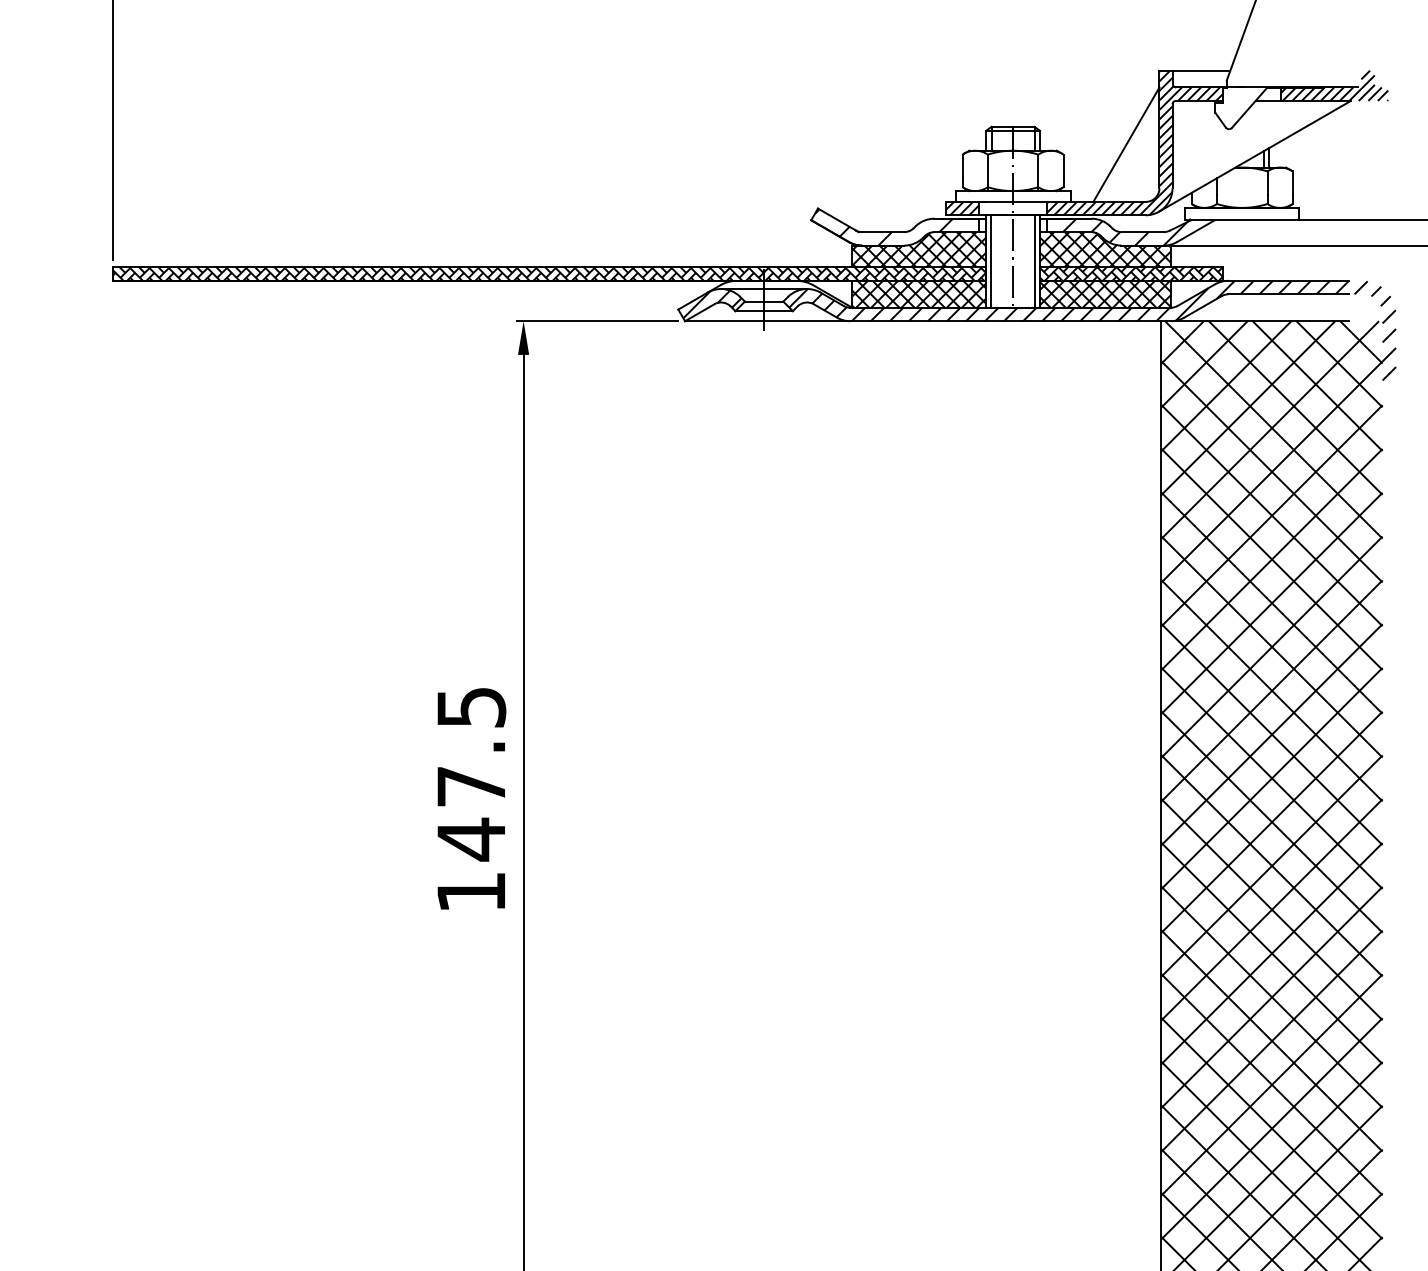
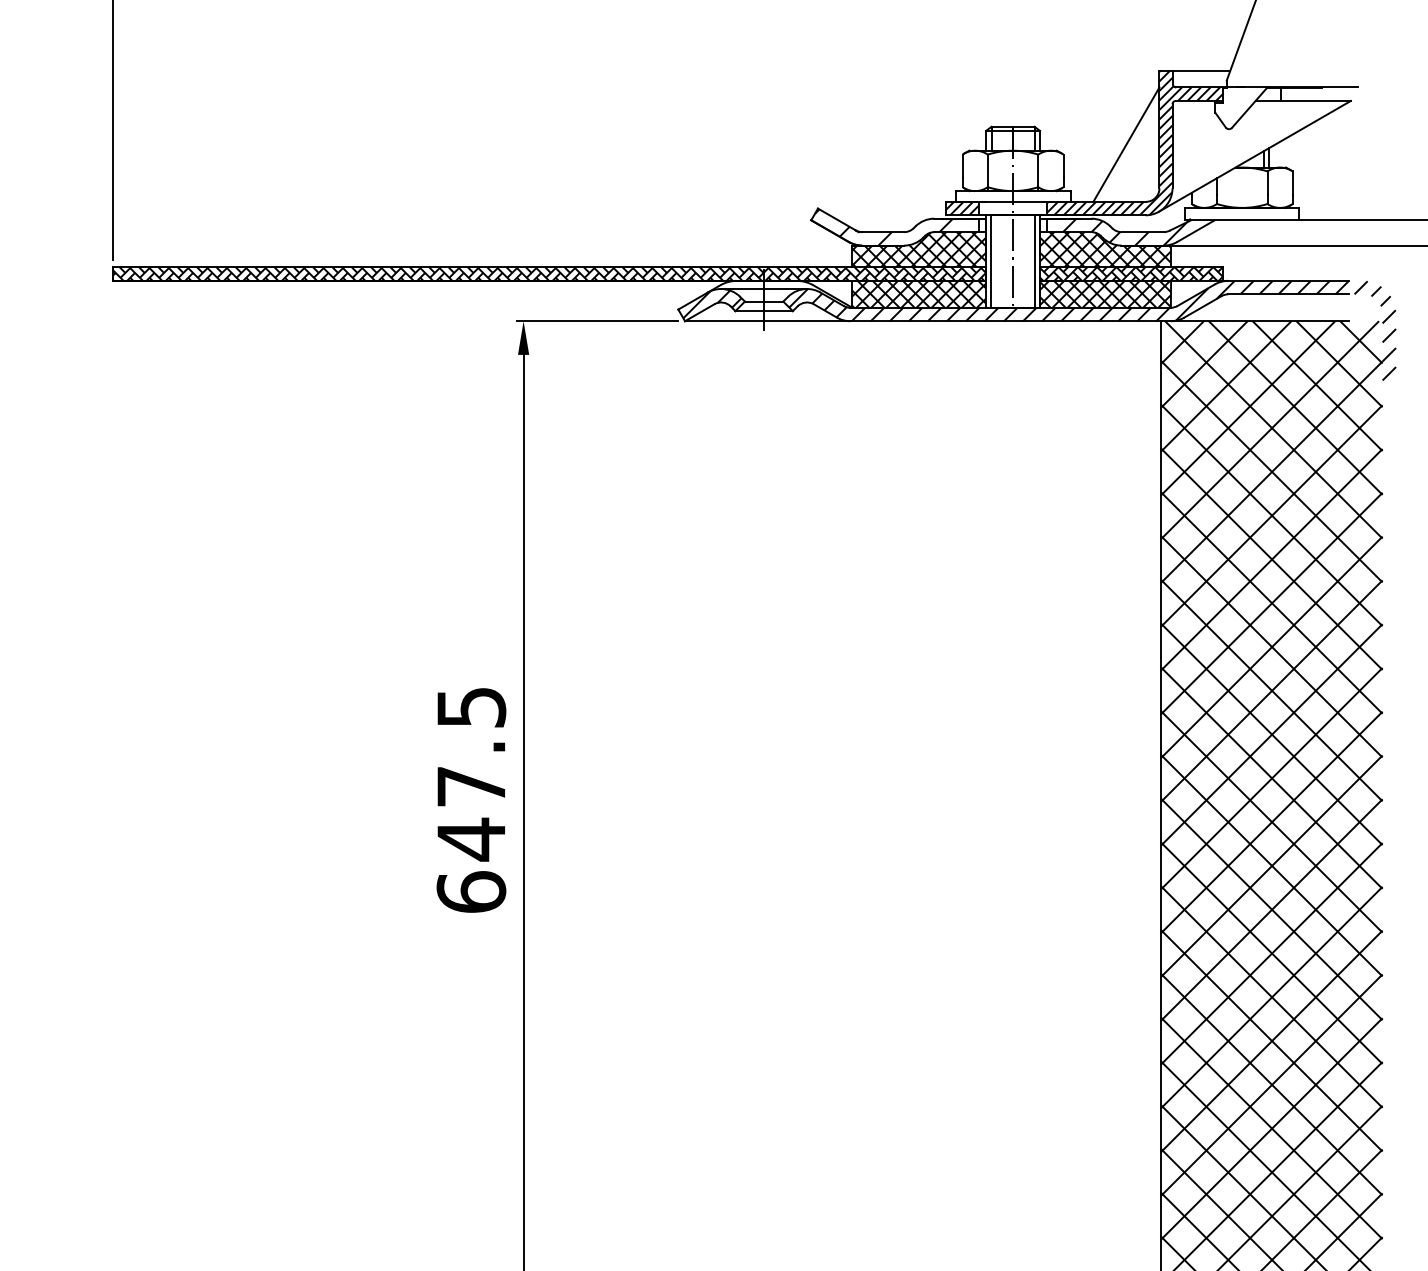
hatch at (1334, 85): present -> none
text at (471, 891): 147.5 -> 647.5
